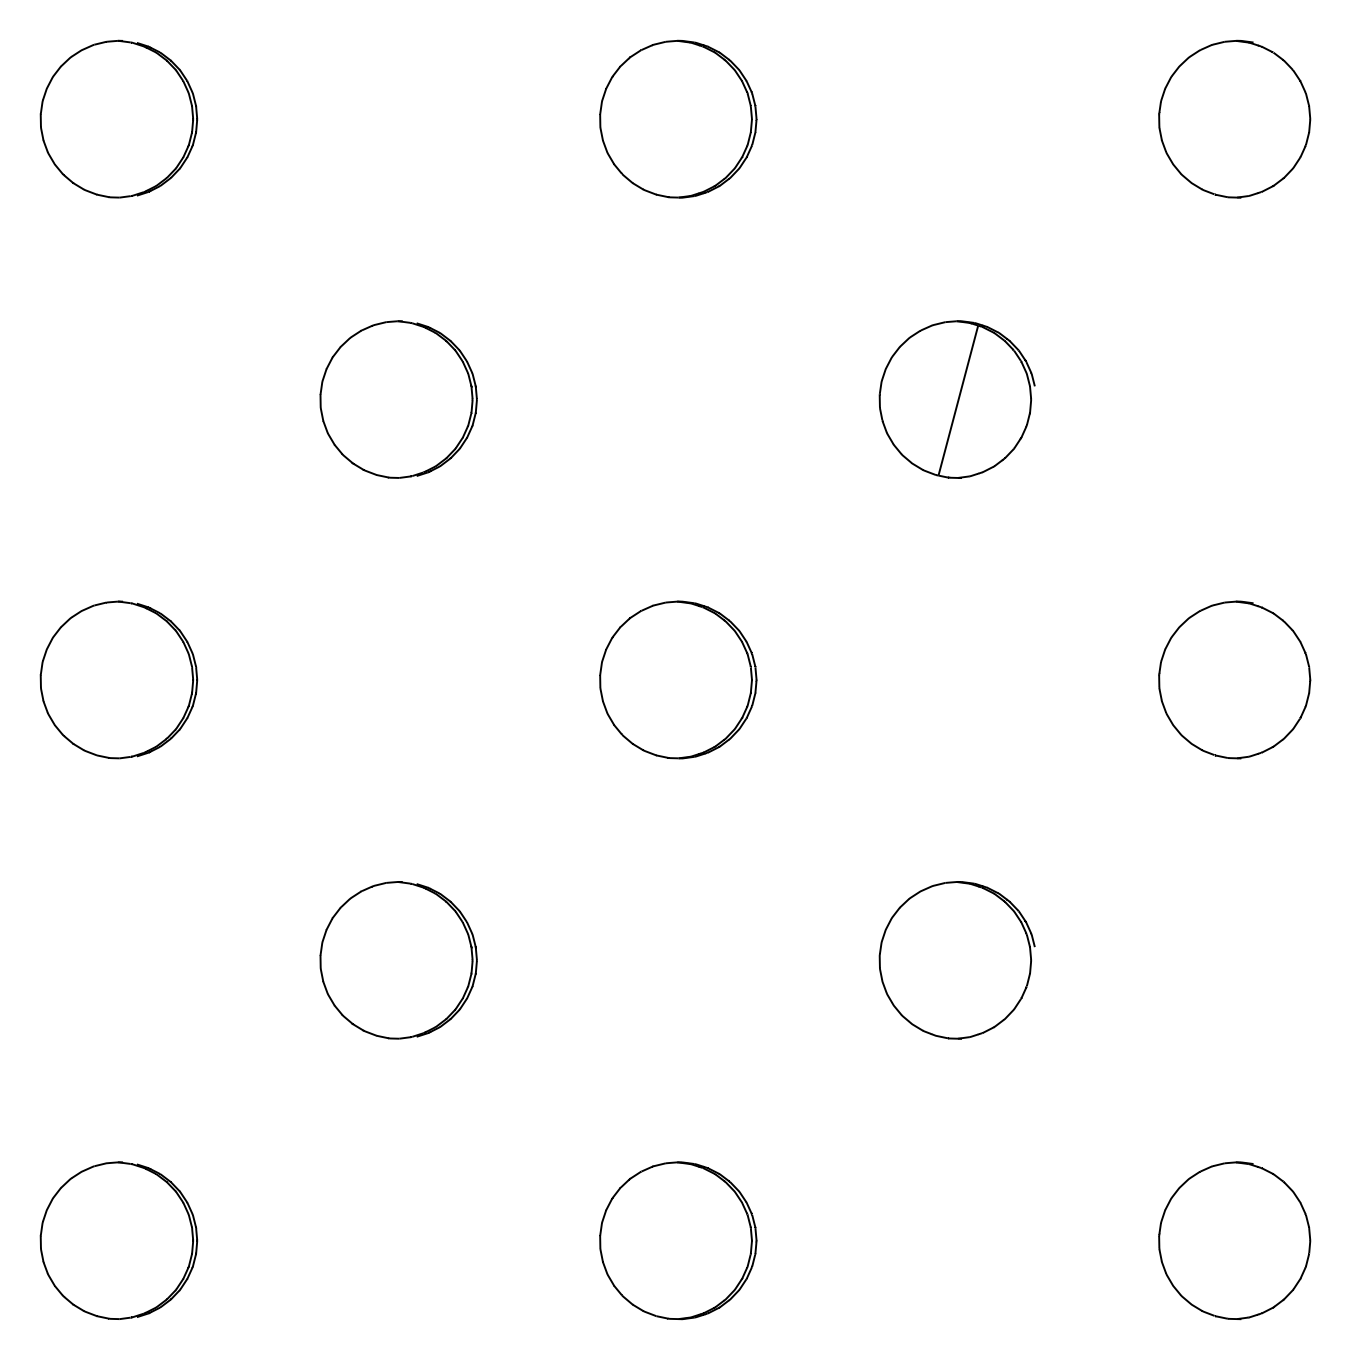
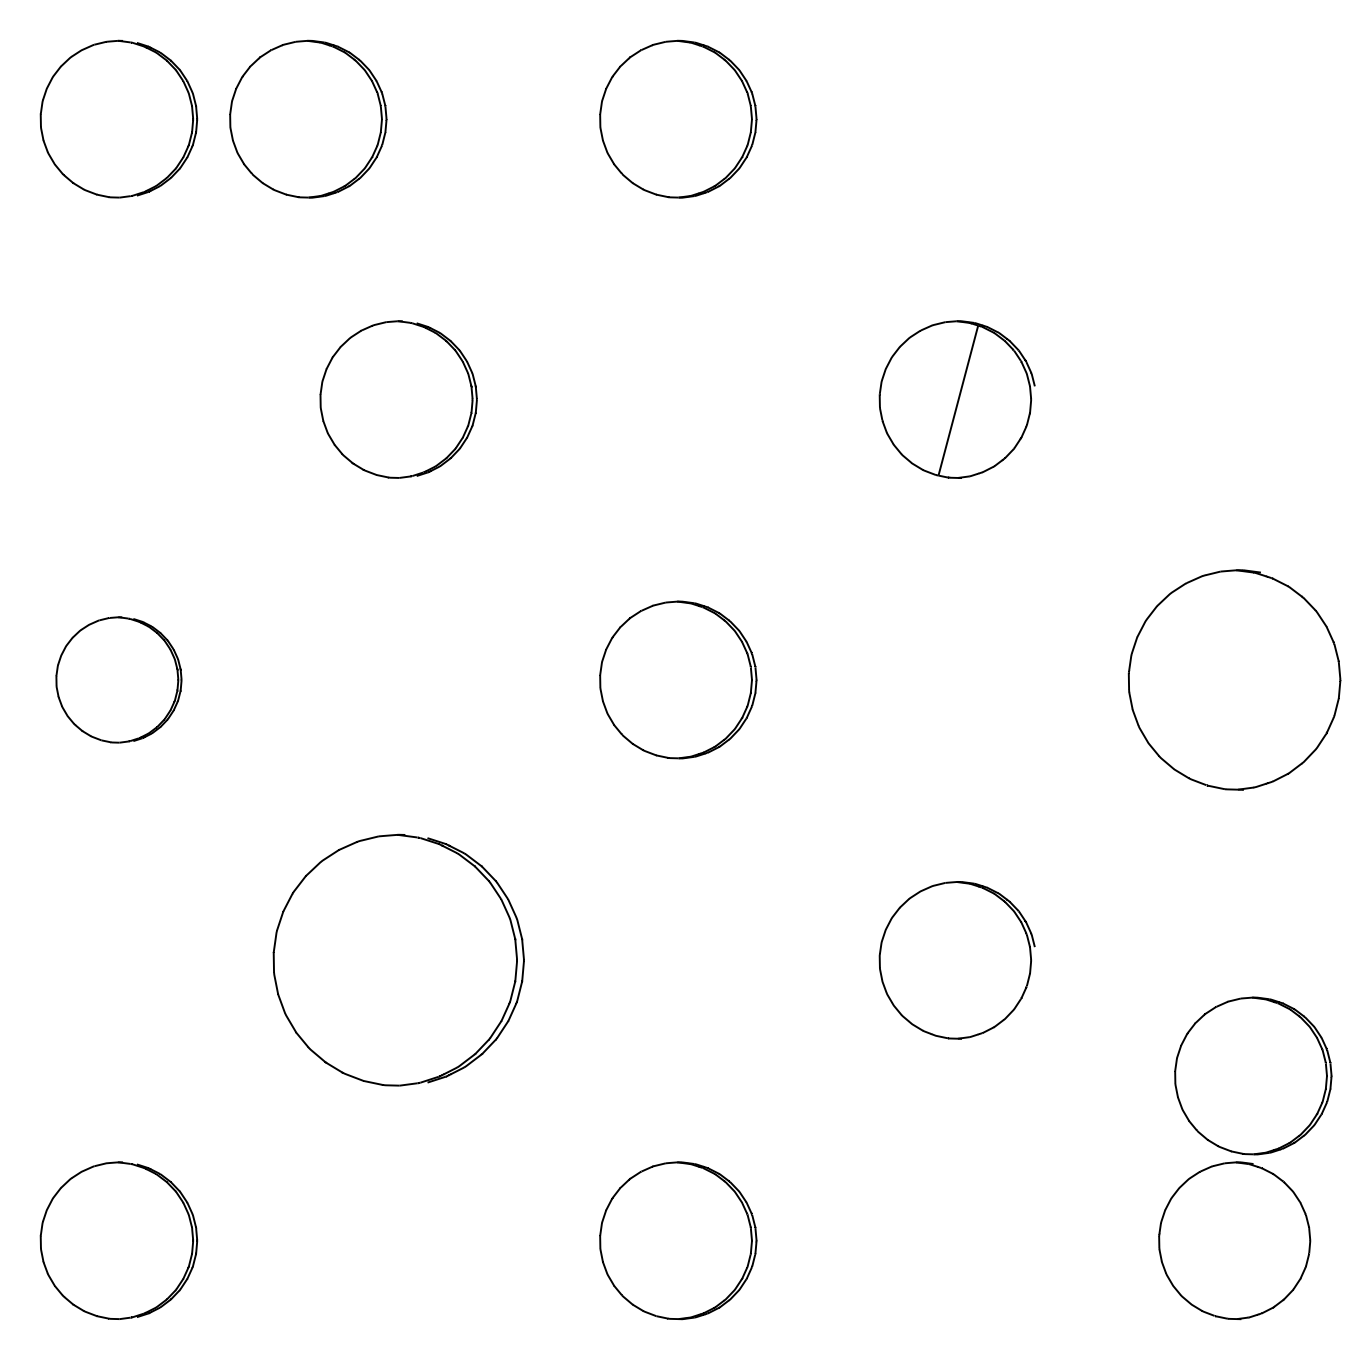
part at (308, 118): none -> present
part at (1234, 118): present -> none
part at (118, 679) size: 160x160 px -> 128x128 px
part at (1234, 679) size: 154x160 px -> 215x222 px
part at (398, 960) size: 159x159 px -> 253x254 px
part at (1253, 1075): none -> present
